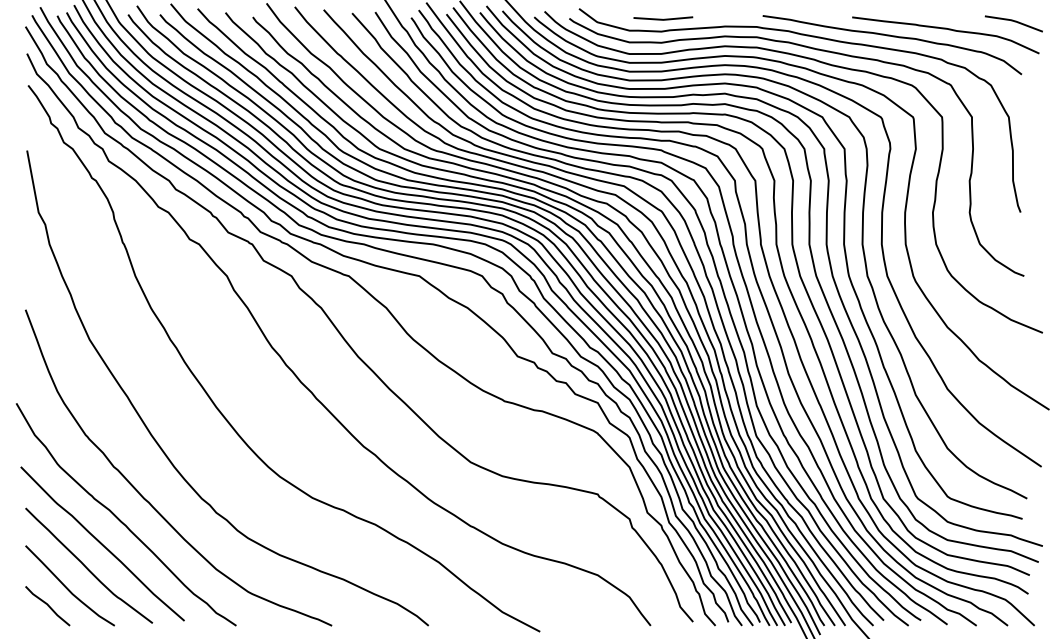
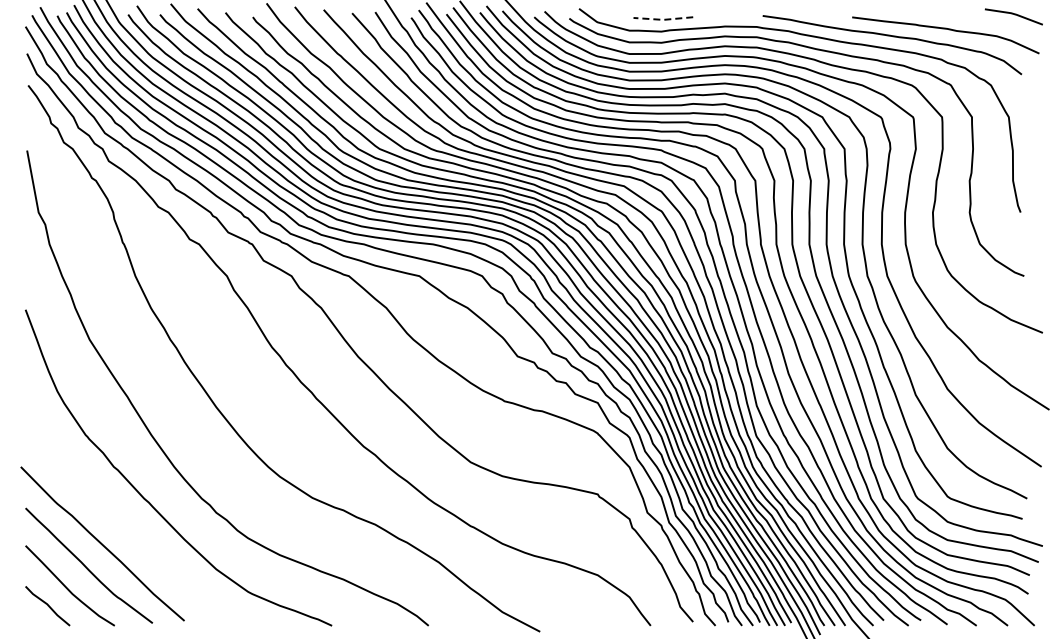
line at (663, 19): solid -> dashed
line at (1014, 22) position: (1014, 22) -> (1014, 15)
curve at (120, 519): present -> none
